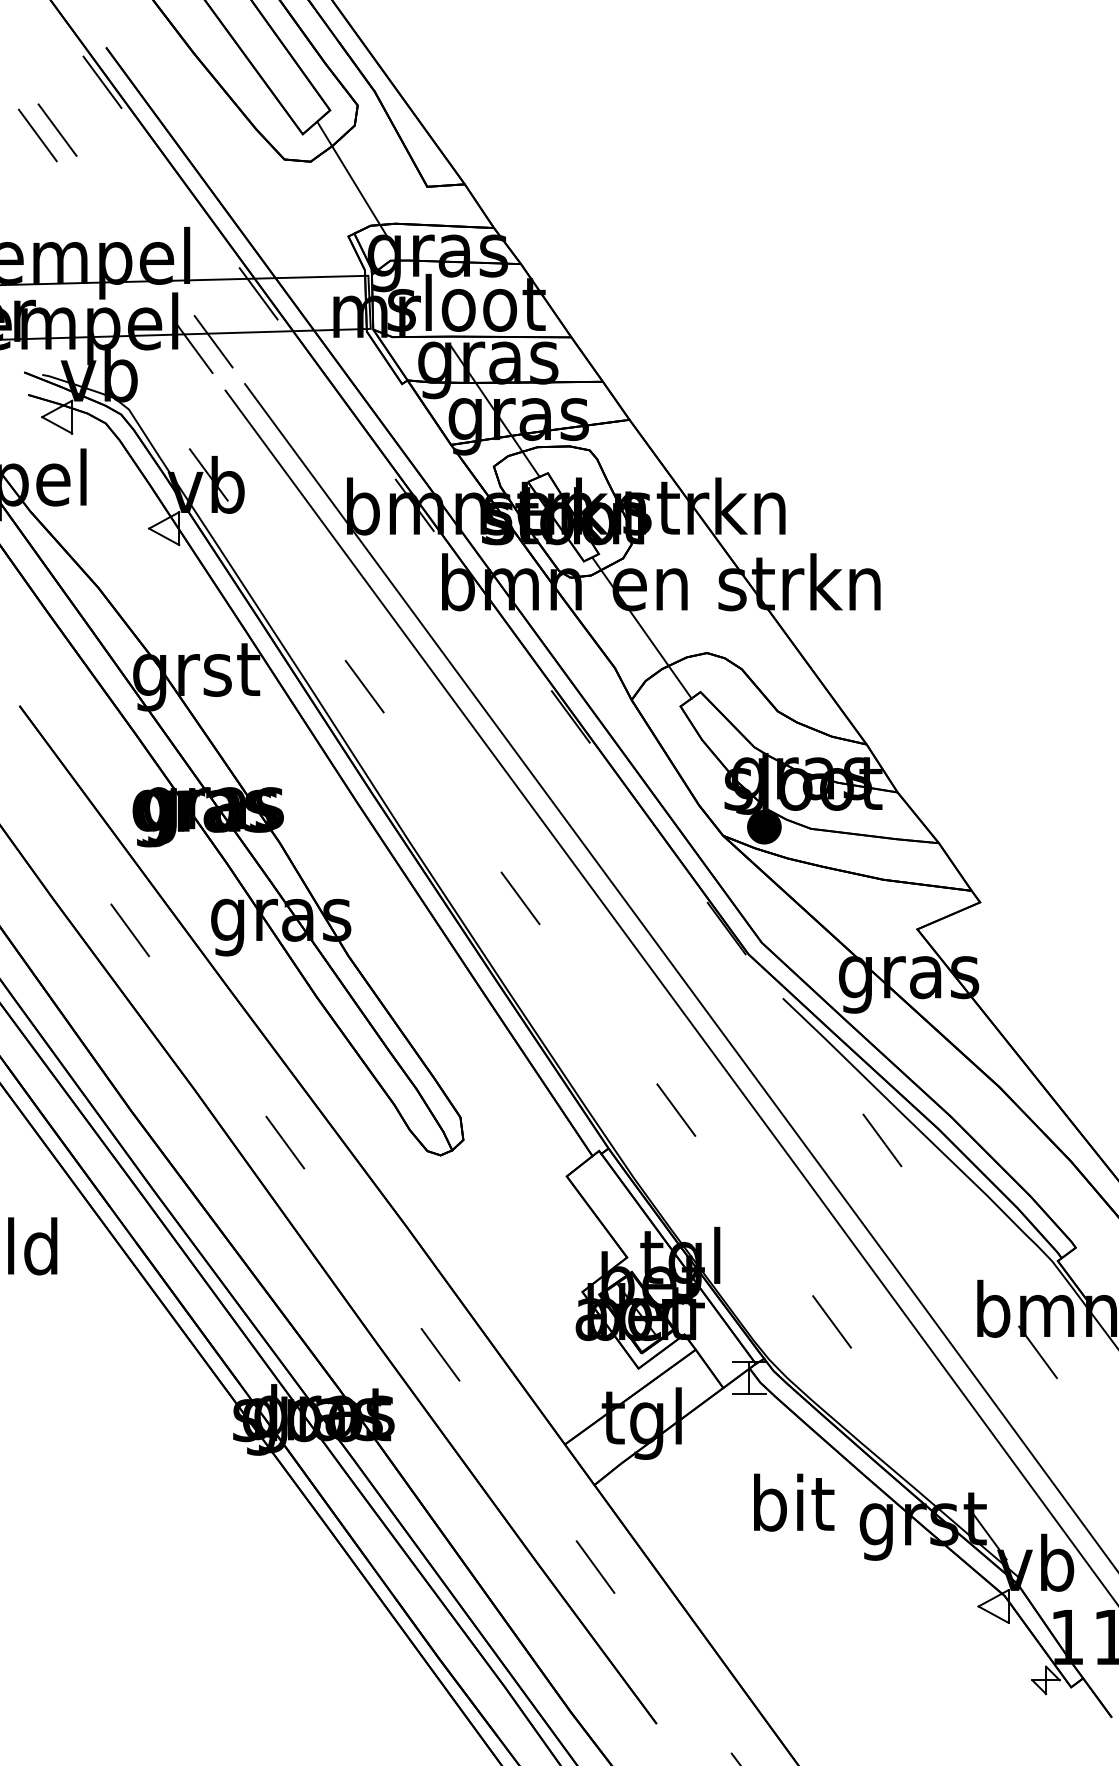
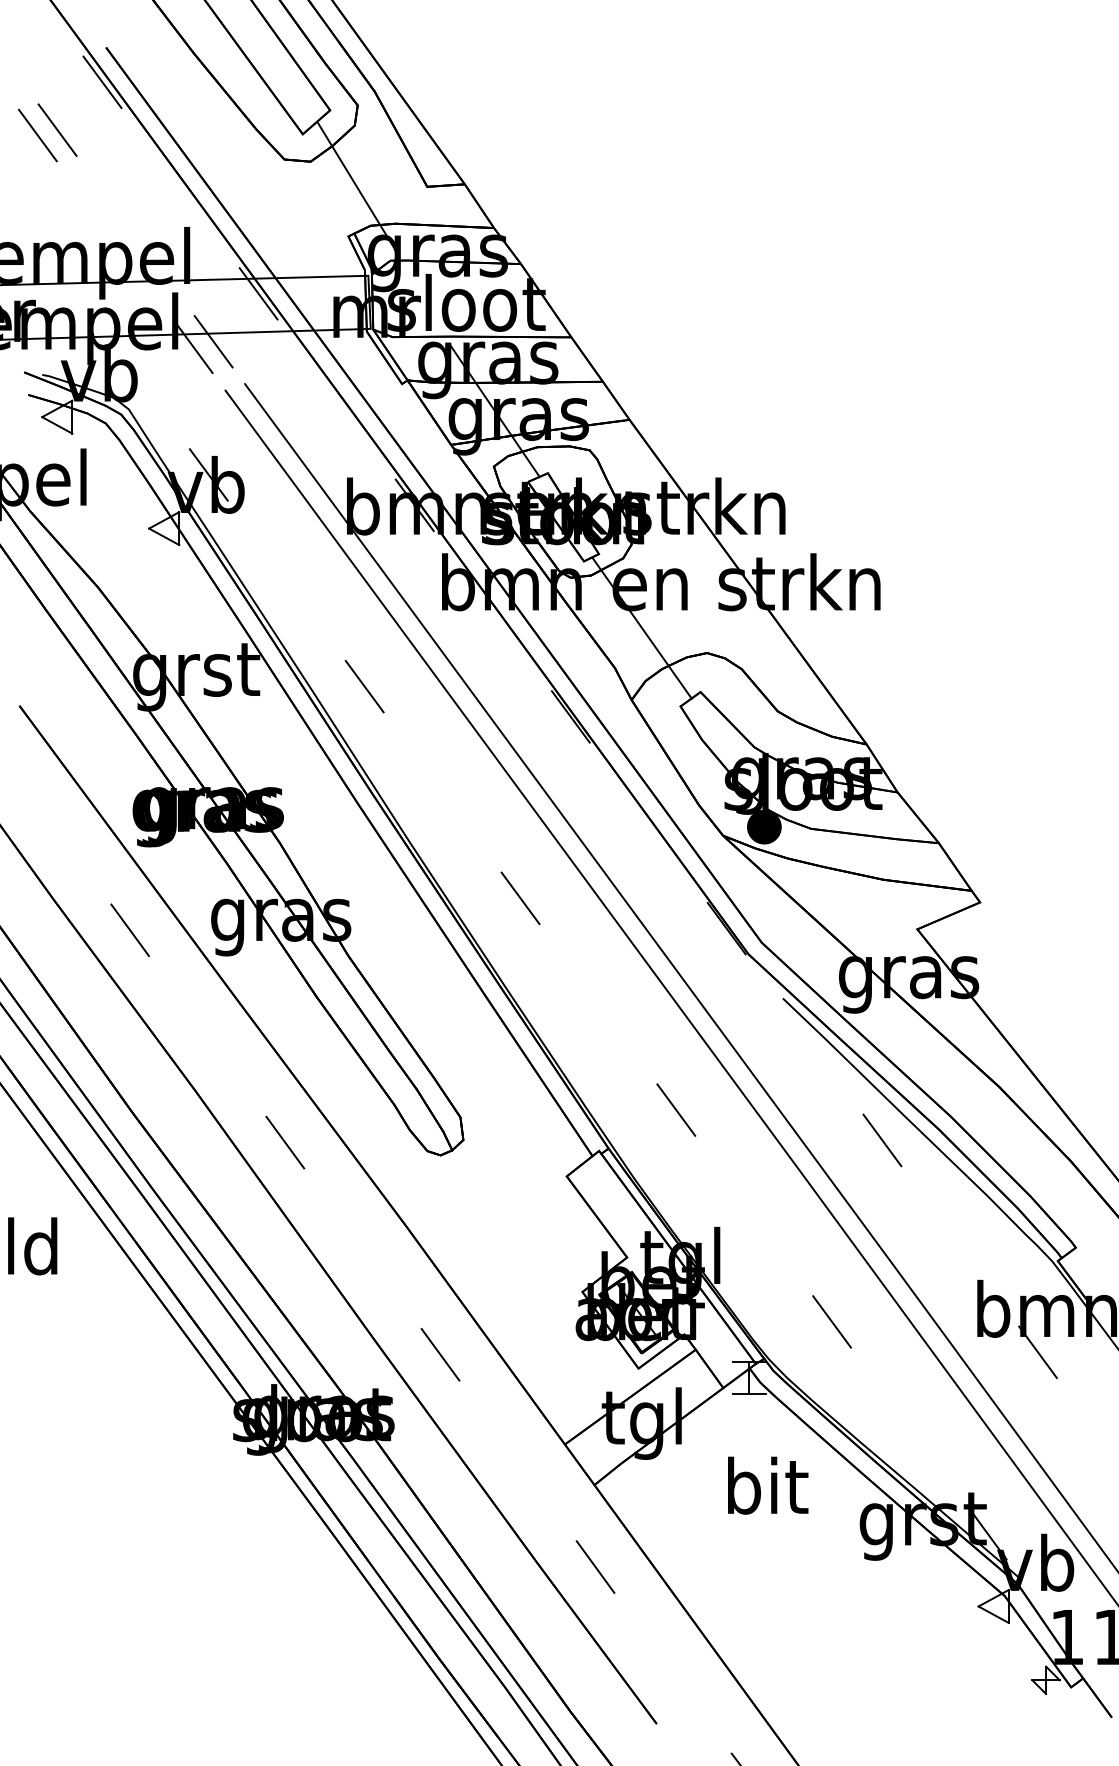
text at (794, 1502) position: (794, 1502) -> (768, 1485)
